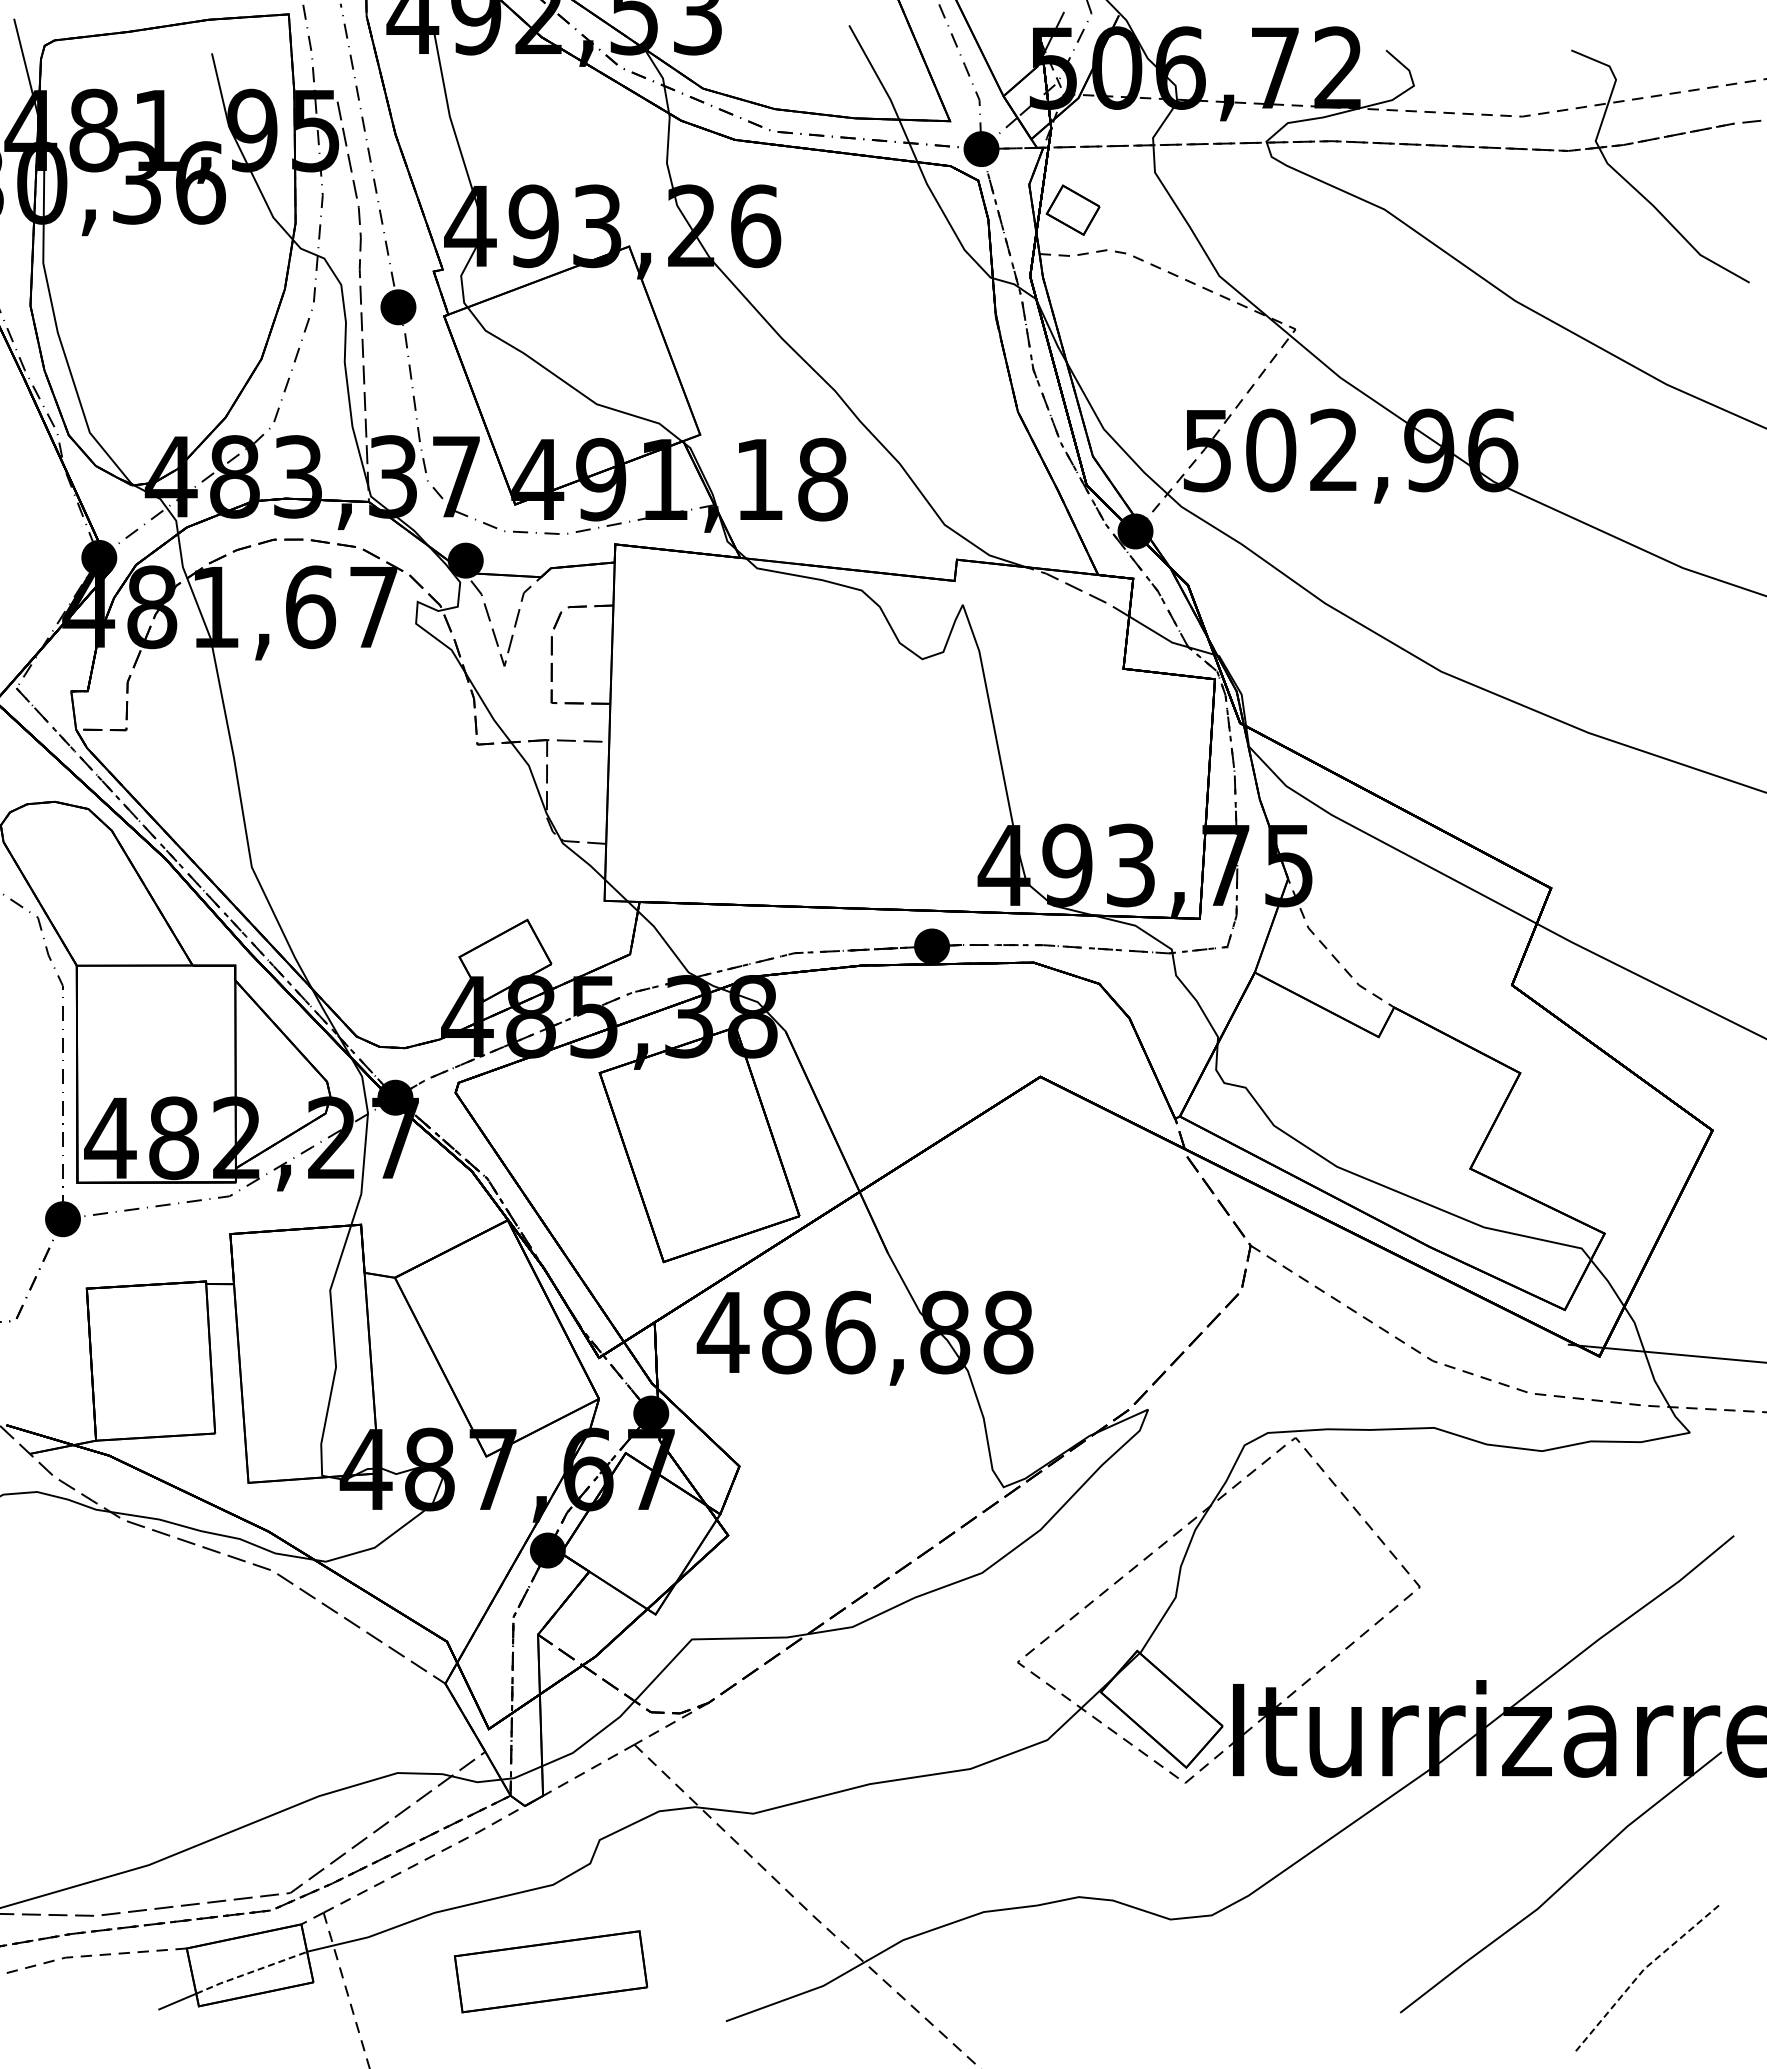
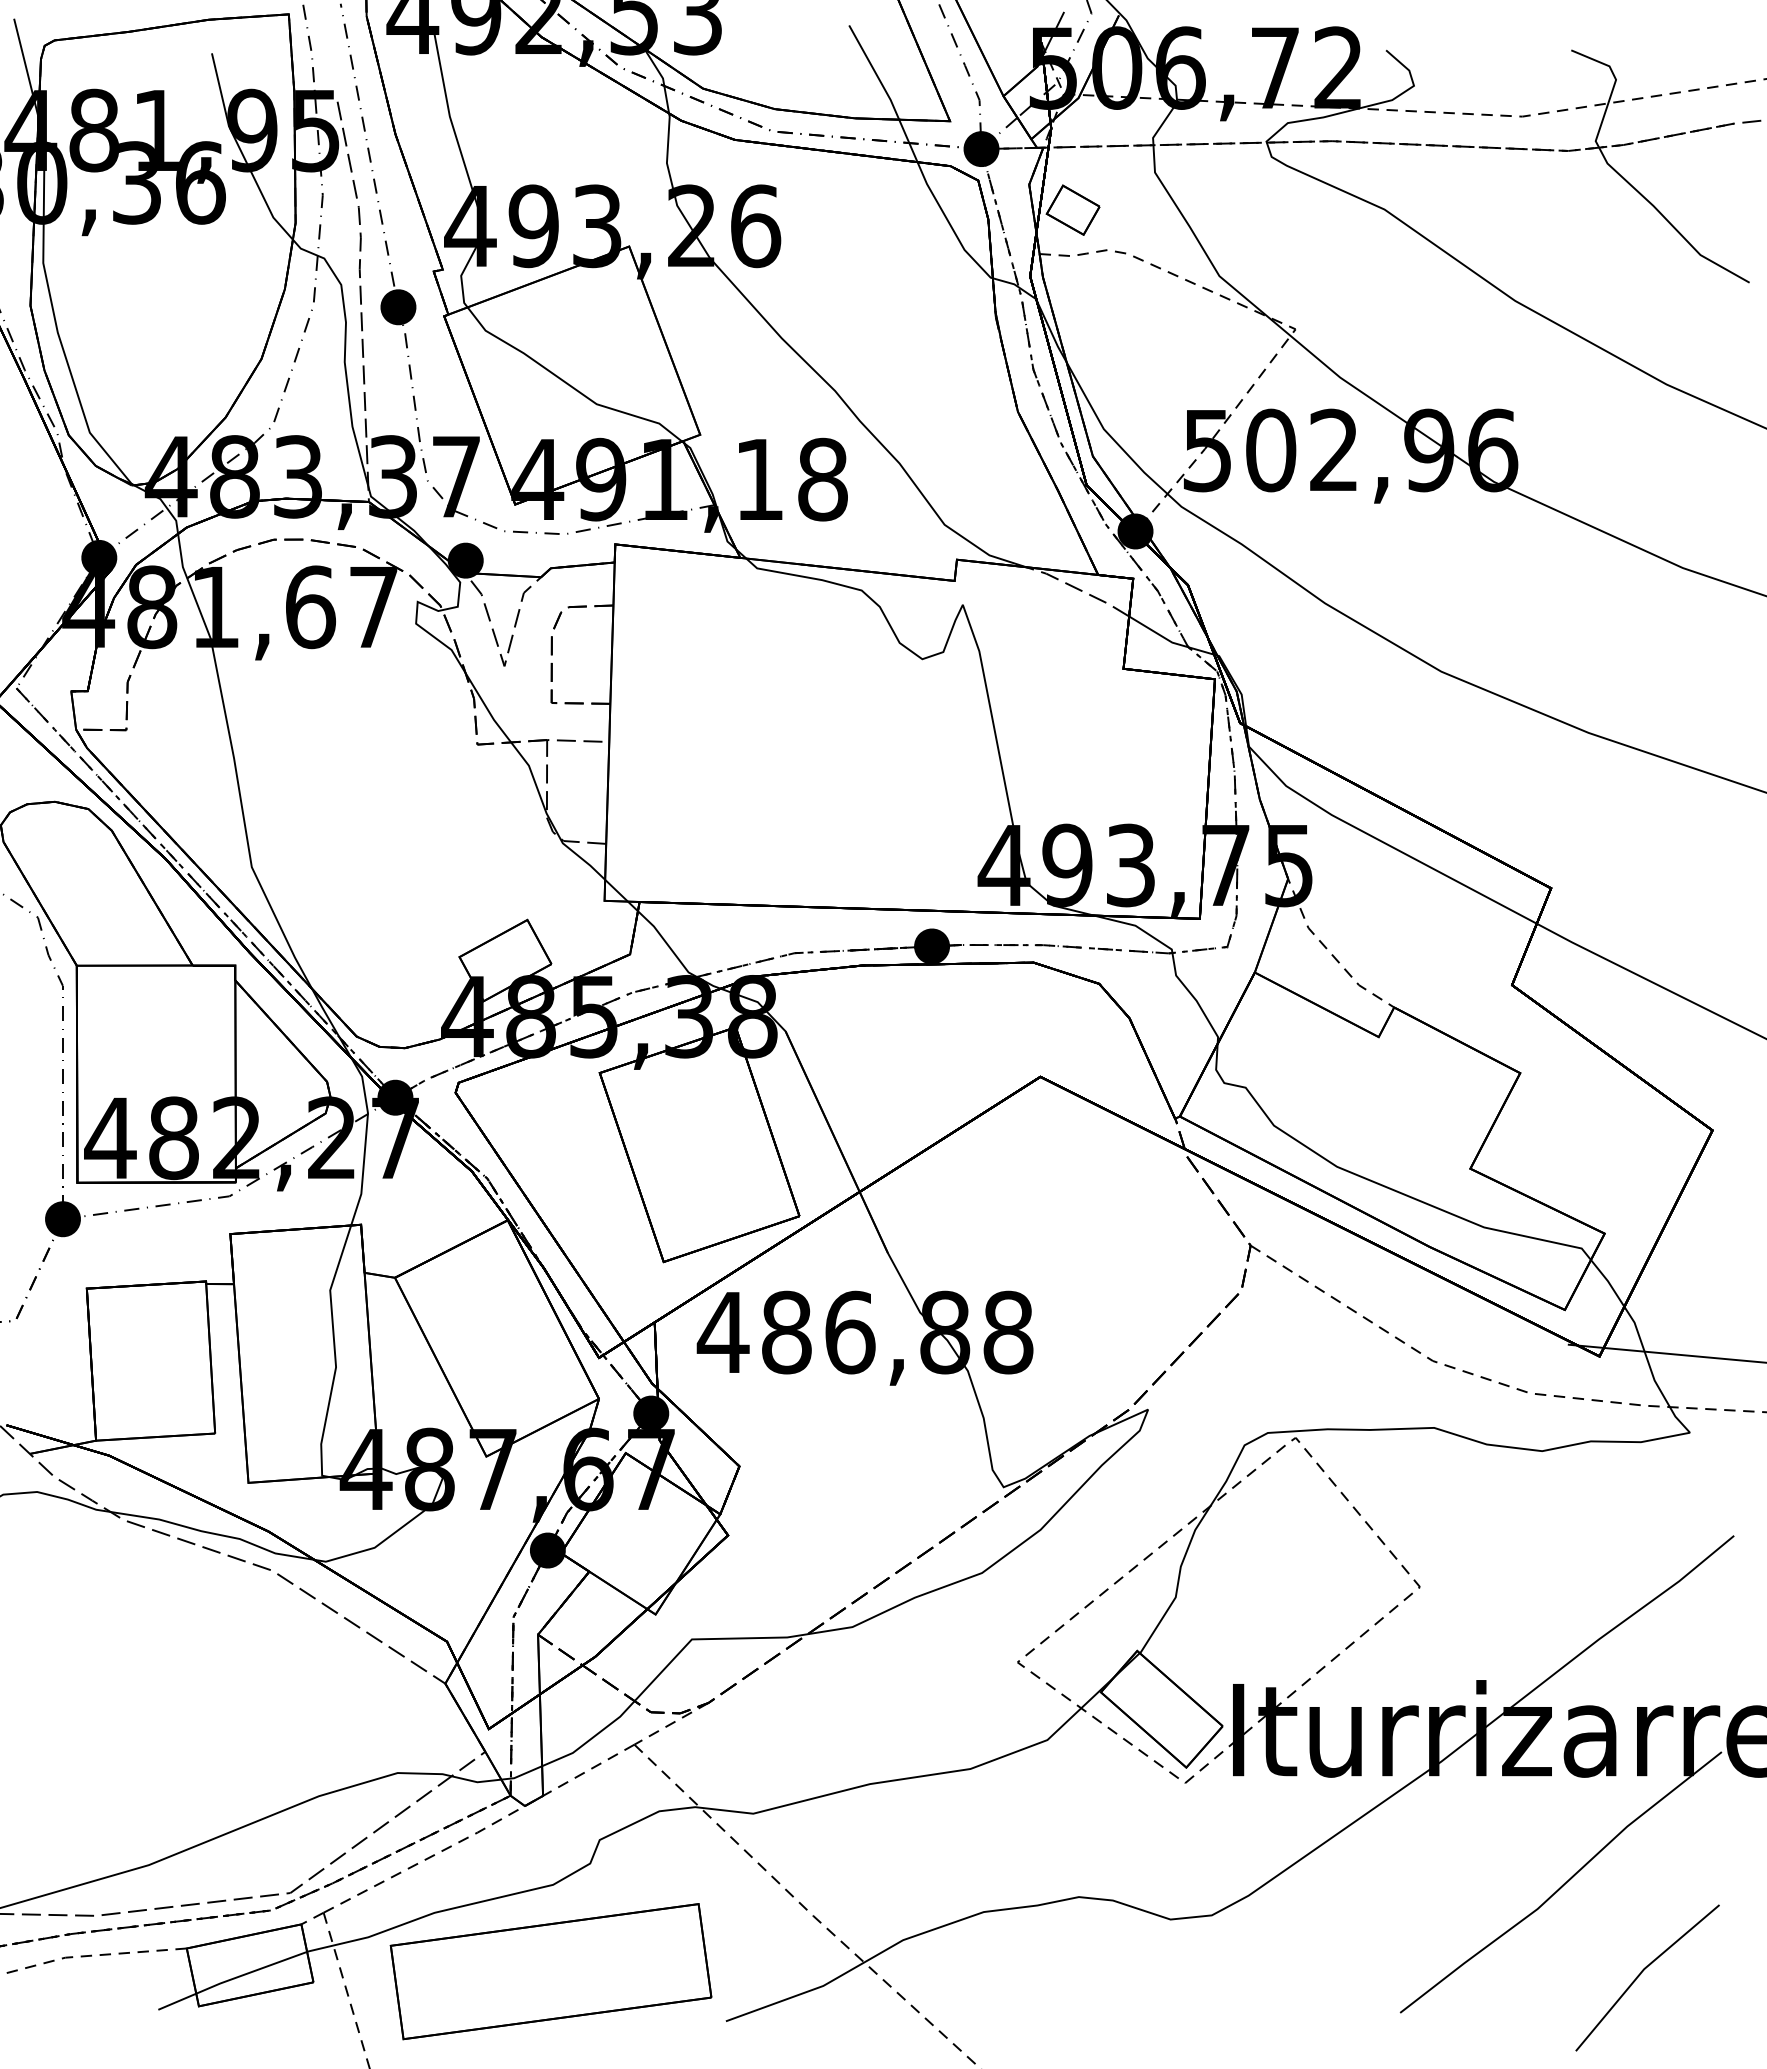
part at (550, 1971) size: 196x84 px -> 324x138 px
line at (1642, 1971): dashed -> solid
line at (251, 1972): dashed -> solid
